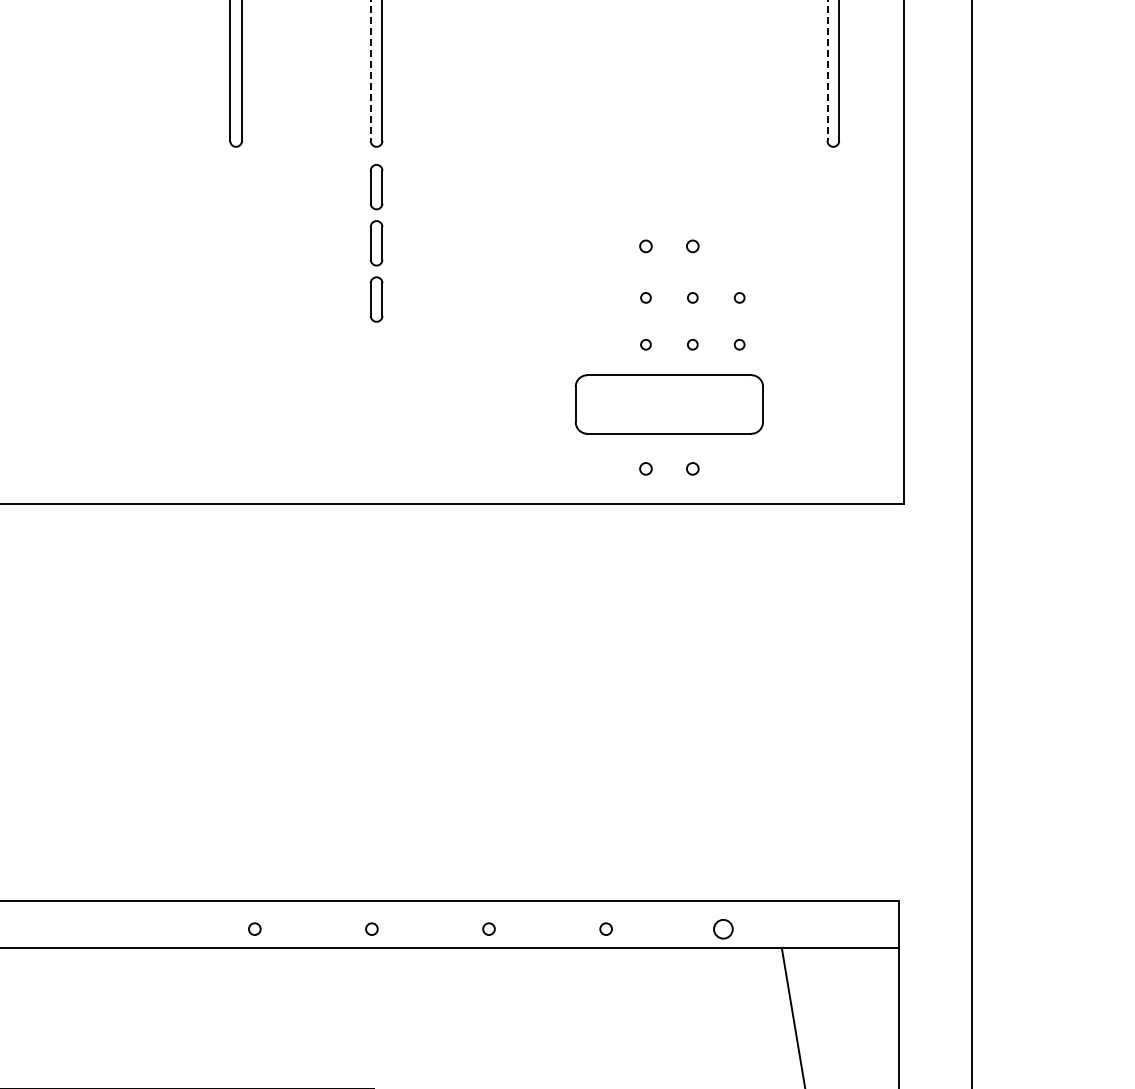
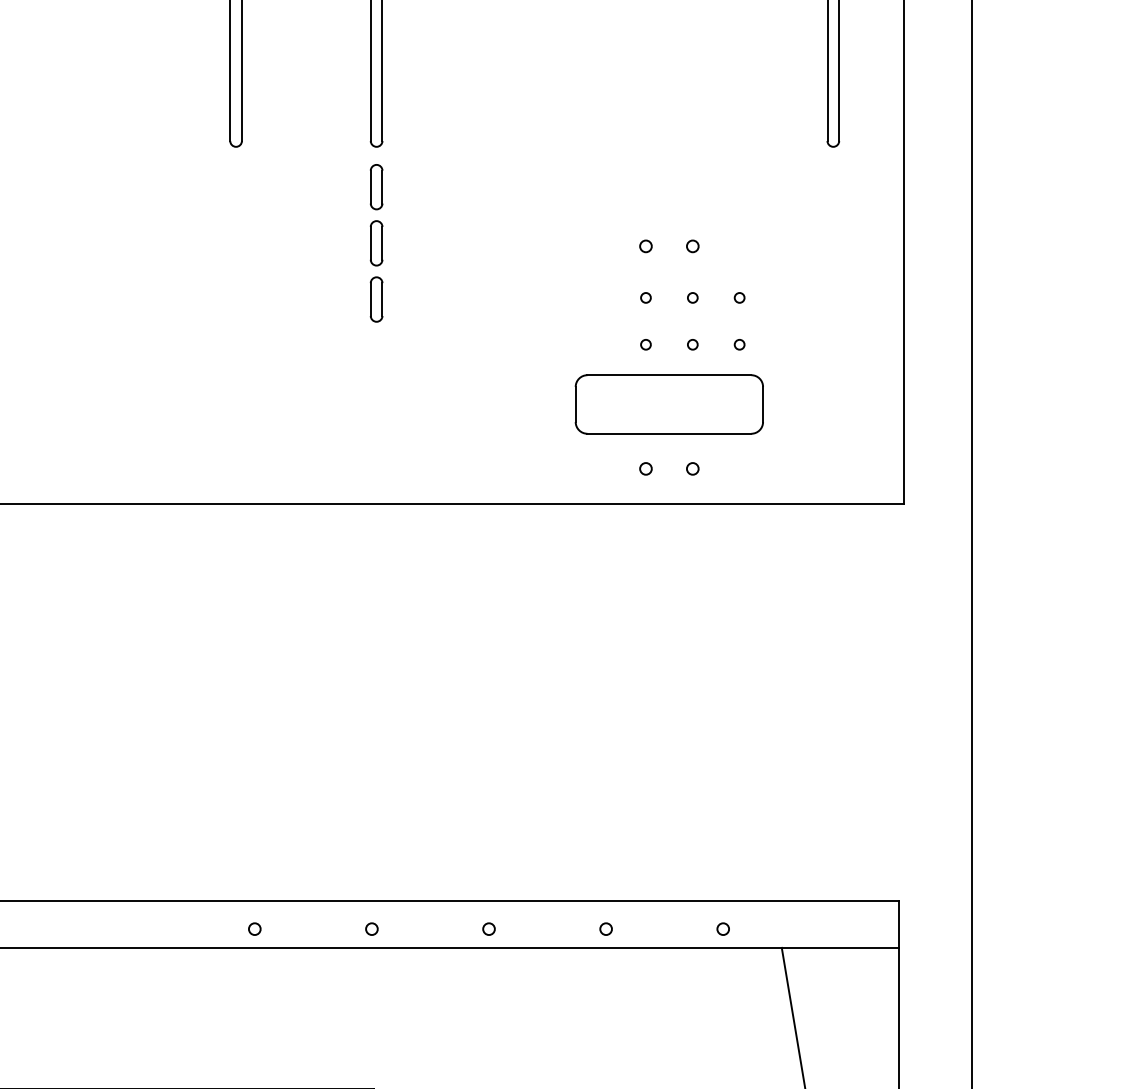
line at (370, 71): dashed -> solid
line at (827, 71): dashed -> solid
circle at (723, 929) size: 21x21 px -> 14x14 px
